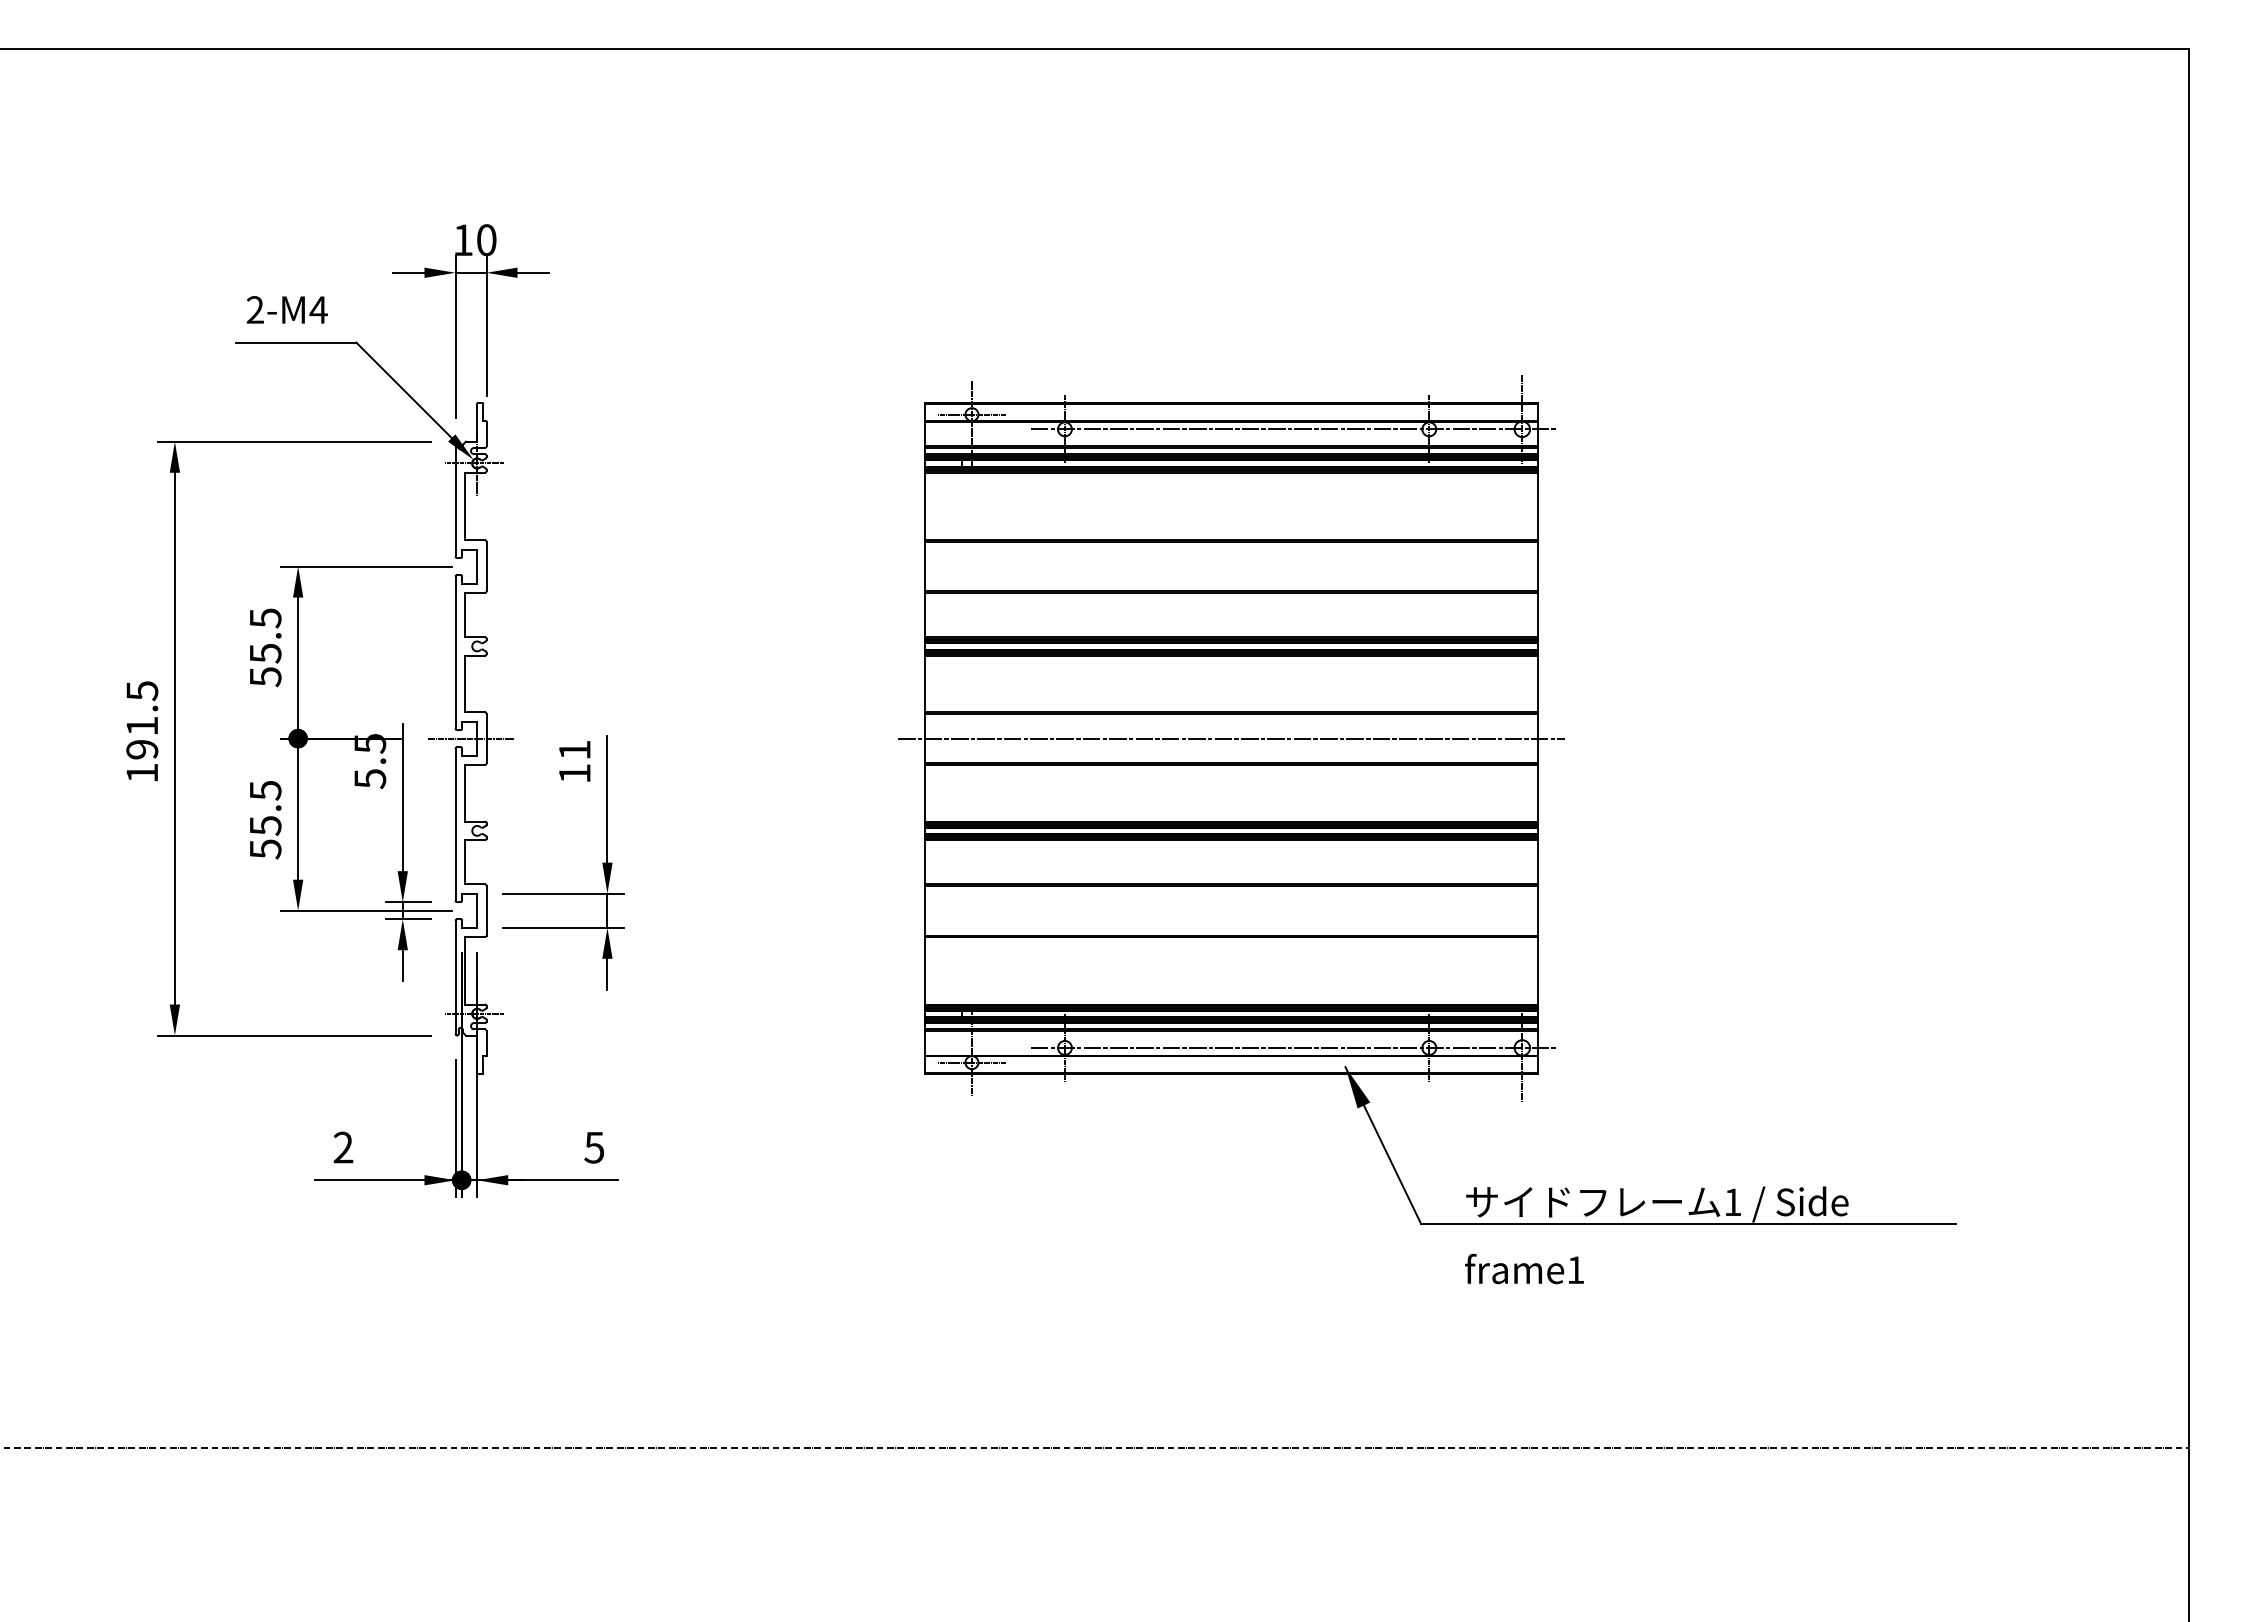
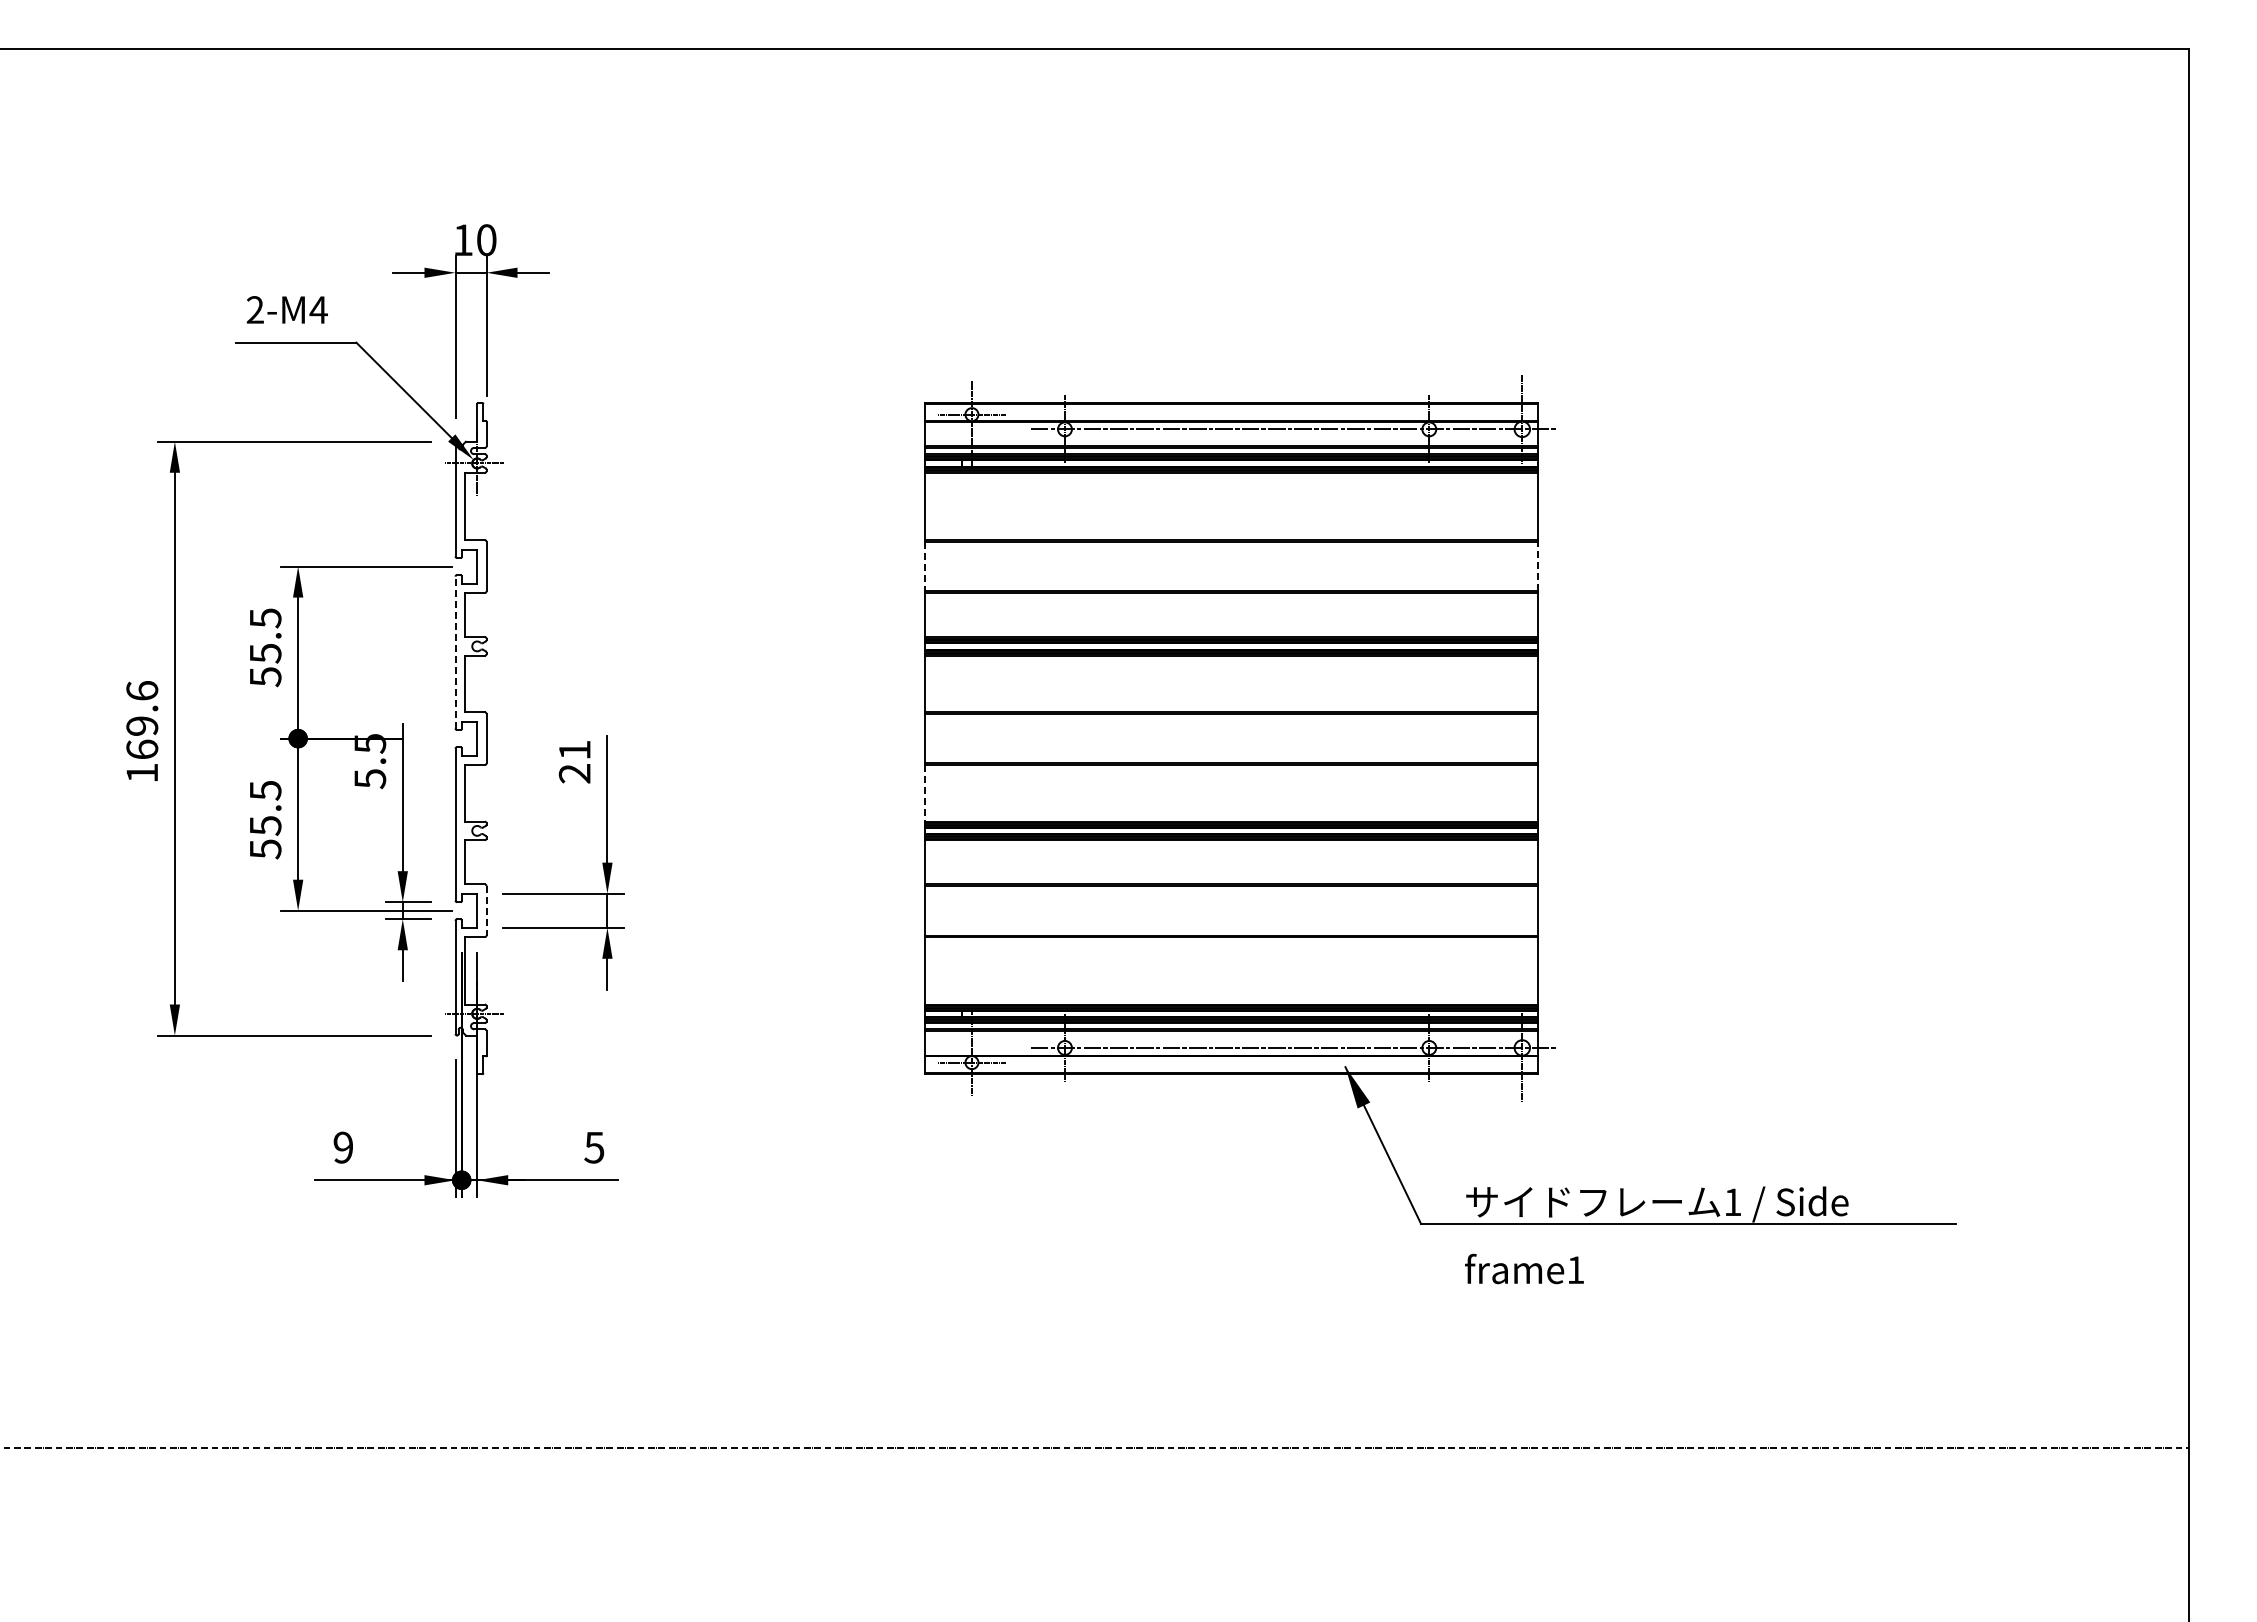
line at (925, 566): solid -> dashed
line at (1537, 566): solid -> dashed
line at (455, 652): solid -> dashed
text at (142, 720): 191.5 -> 169.6
line at (470, 738): present -> none
line at (1231, 738): present -> none
text at (574, 773): 11 -> 21
line at (925, 793): solid -> dashed
line at (486, 910): solid -> dashed
text at (343, 1147): 2 -> 9
